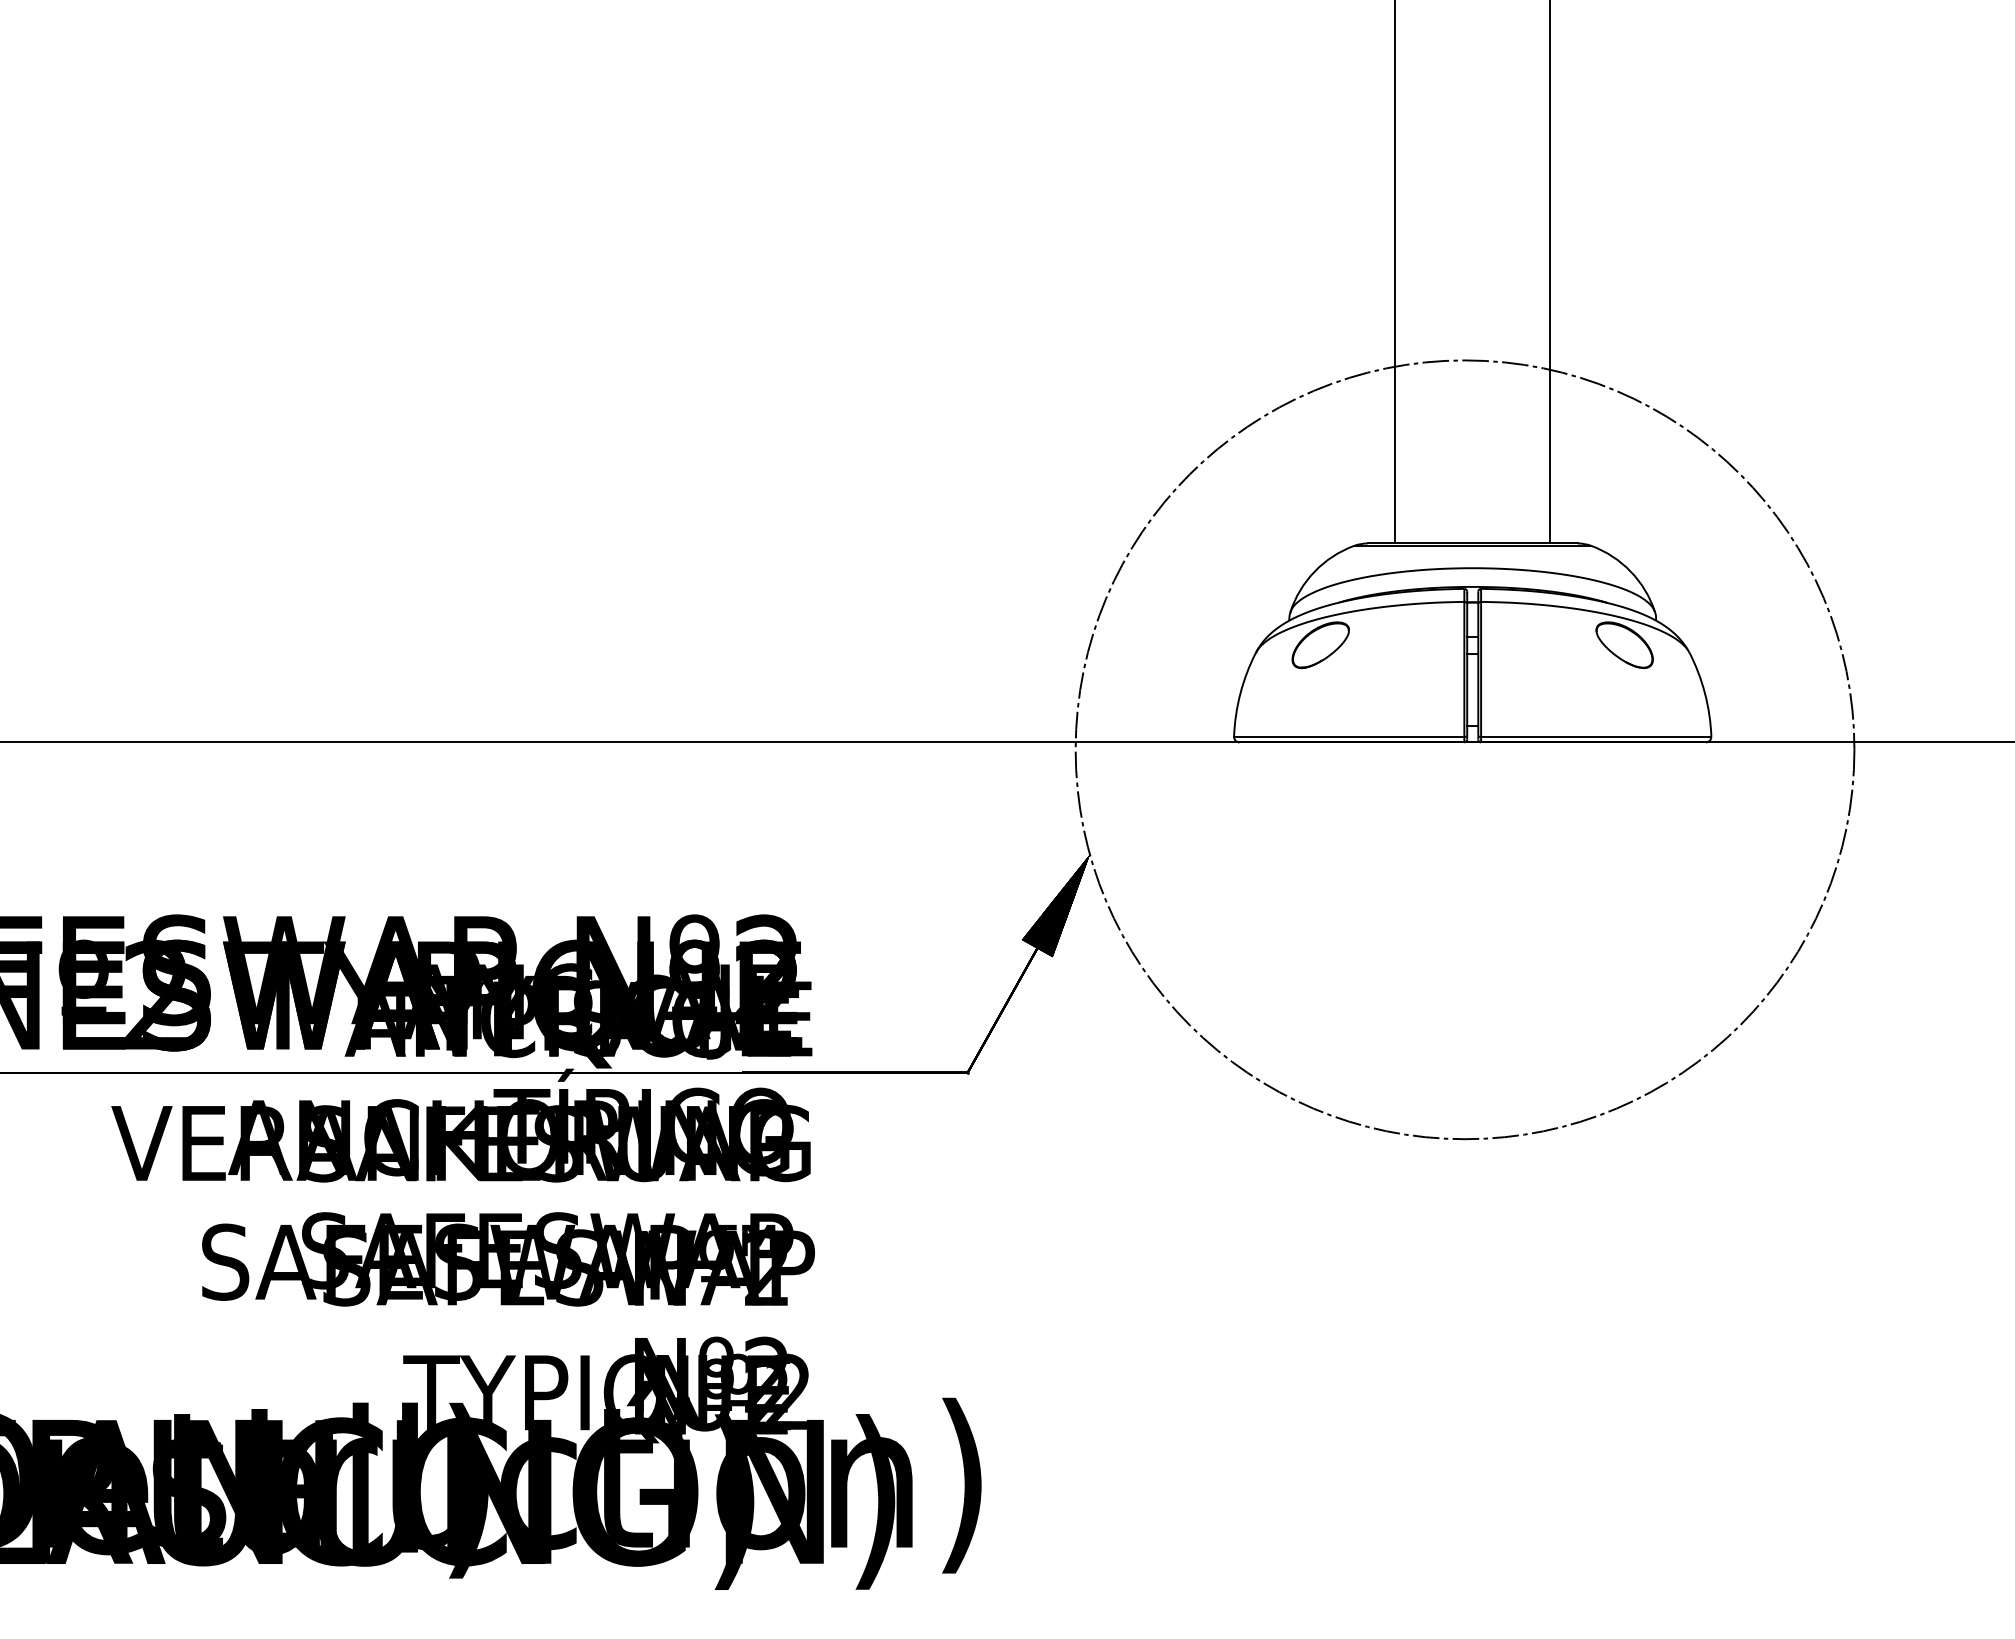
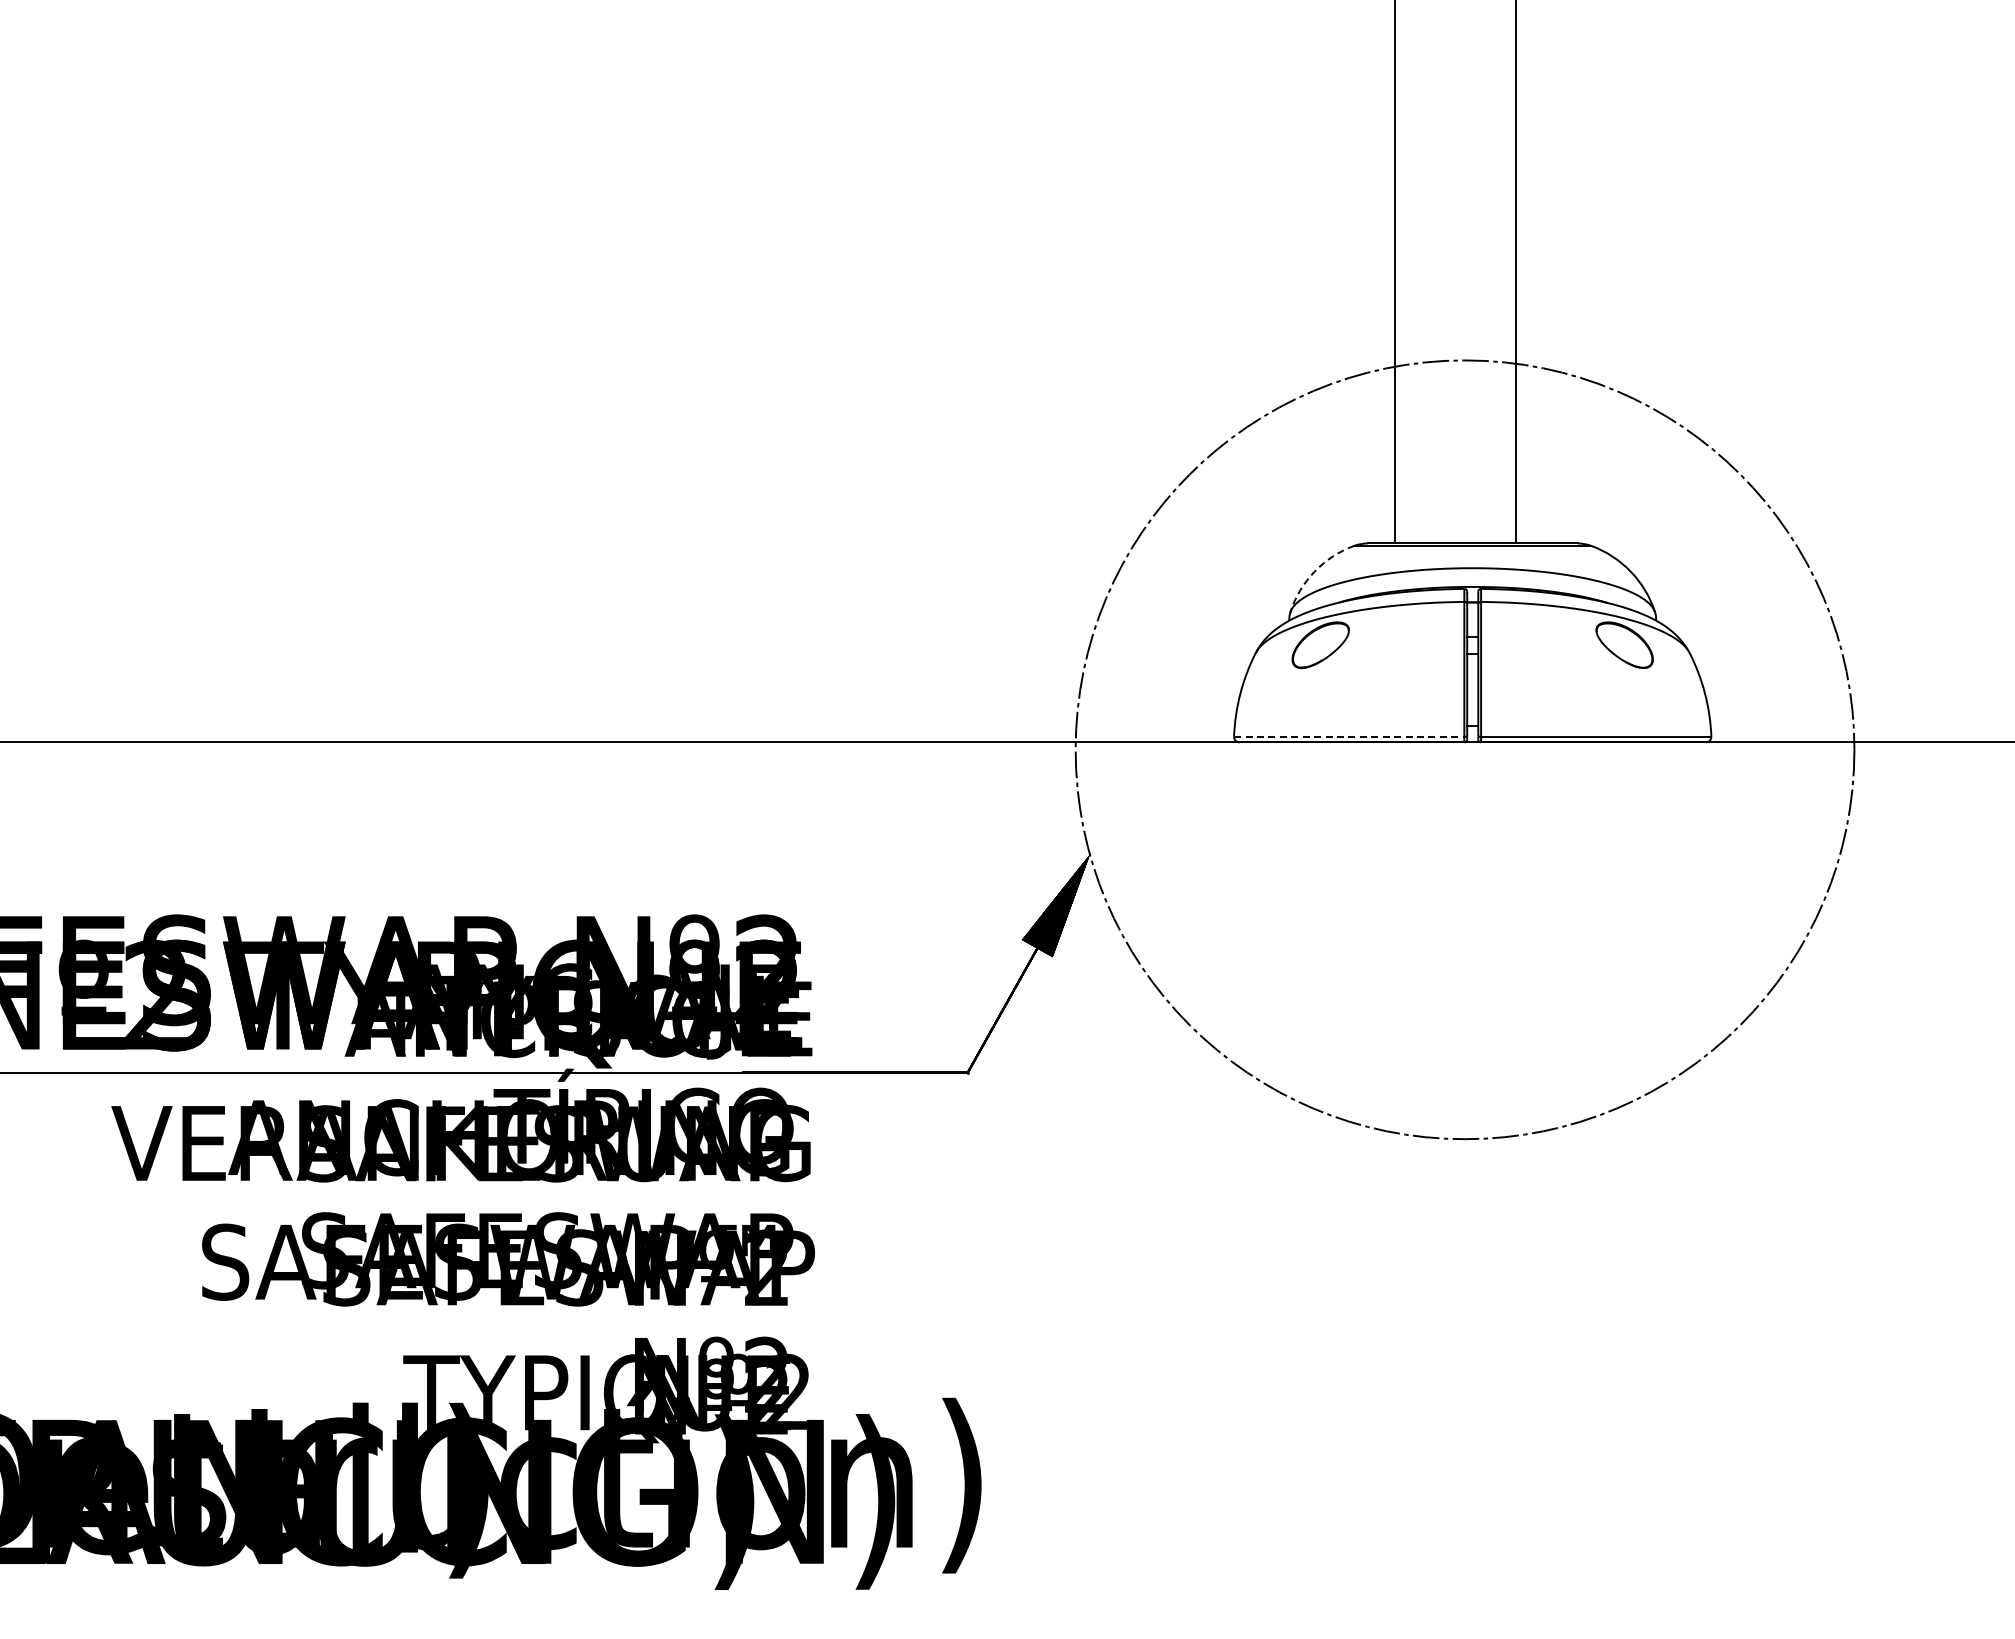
line at (1550, 272) position: (1550, 272) -> (1516, 272)
arc at (1314, 571): solid -> dashed
line at (1349, 736): solid -> dashed
